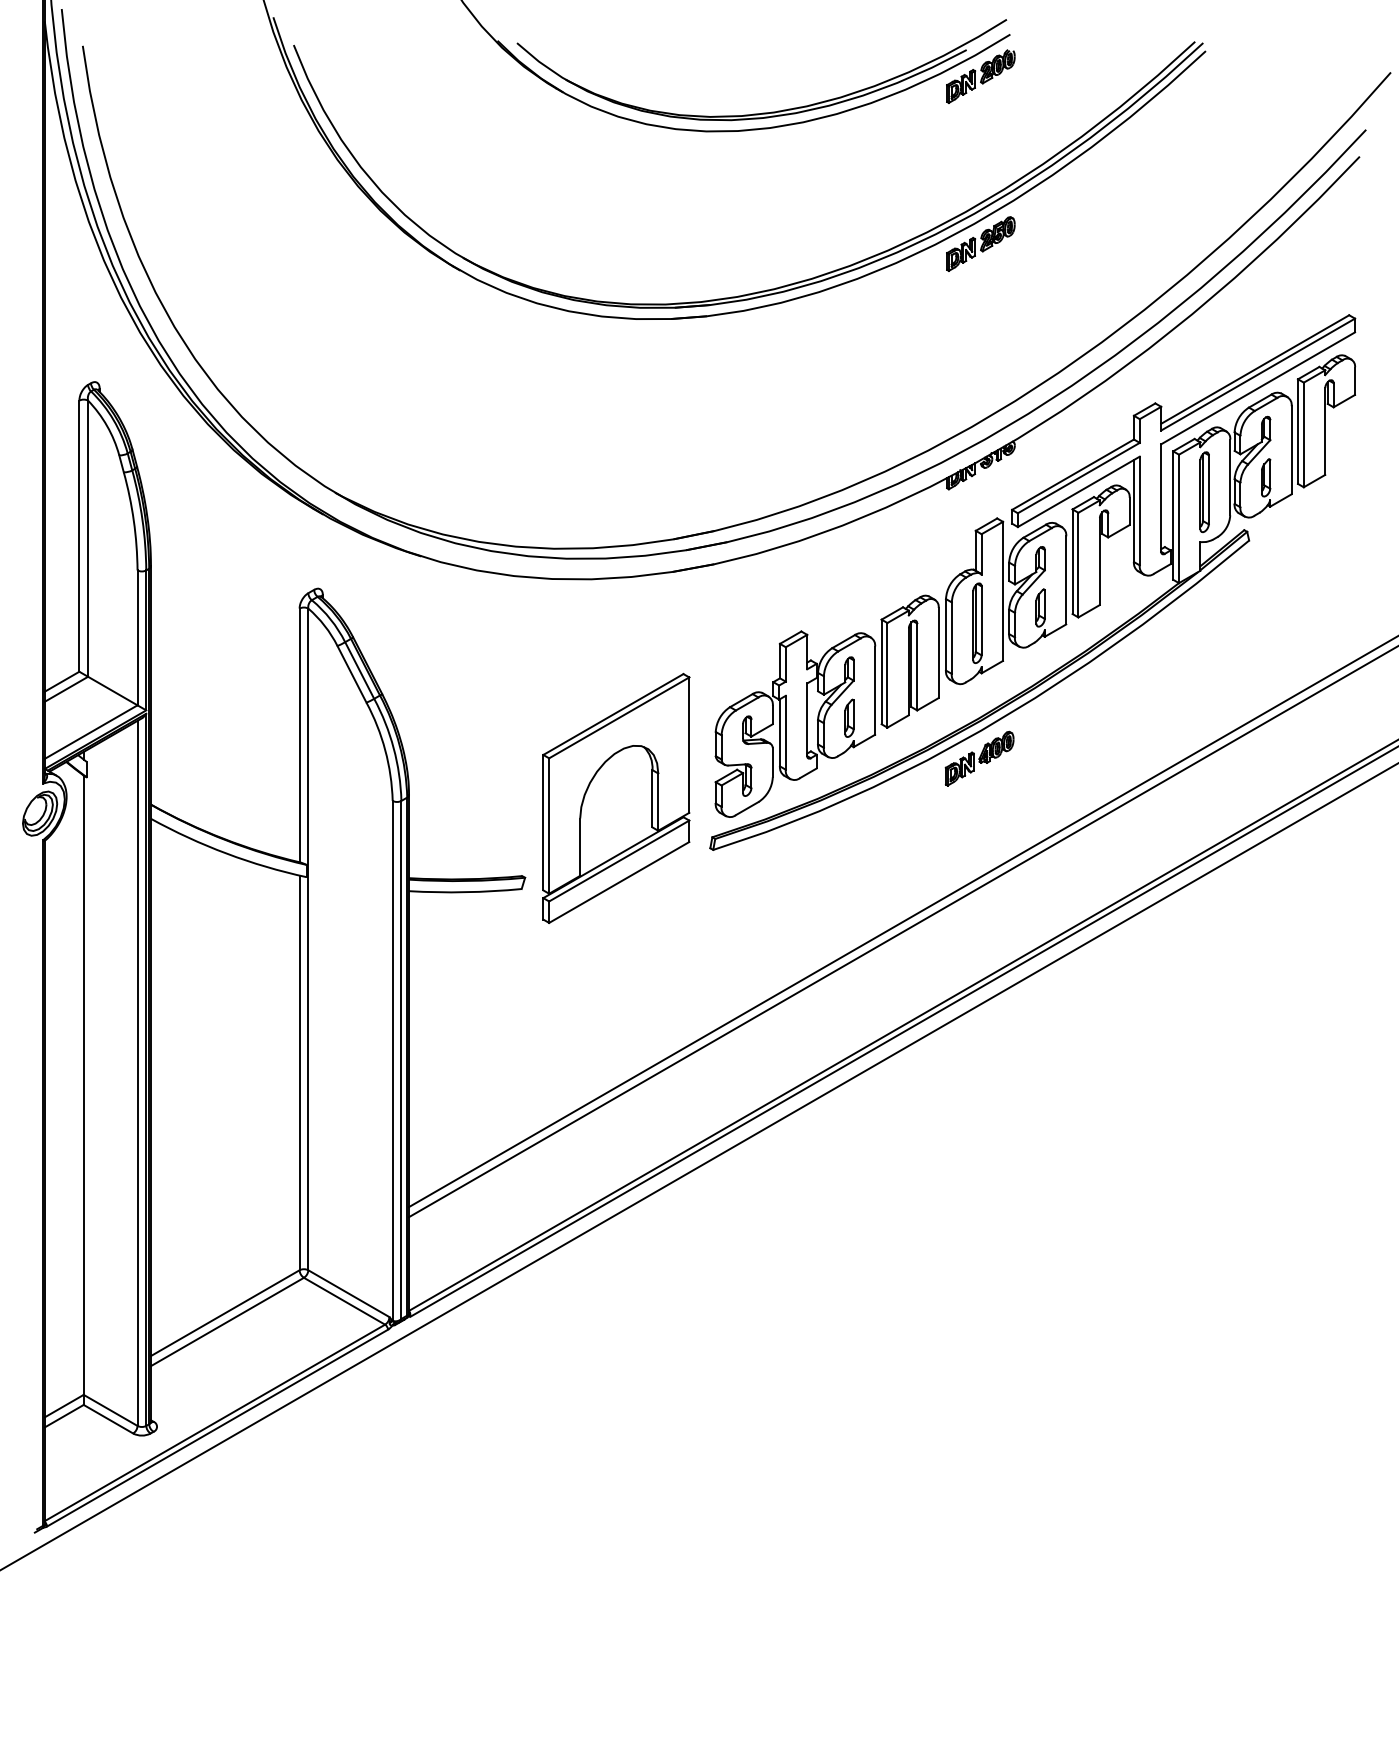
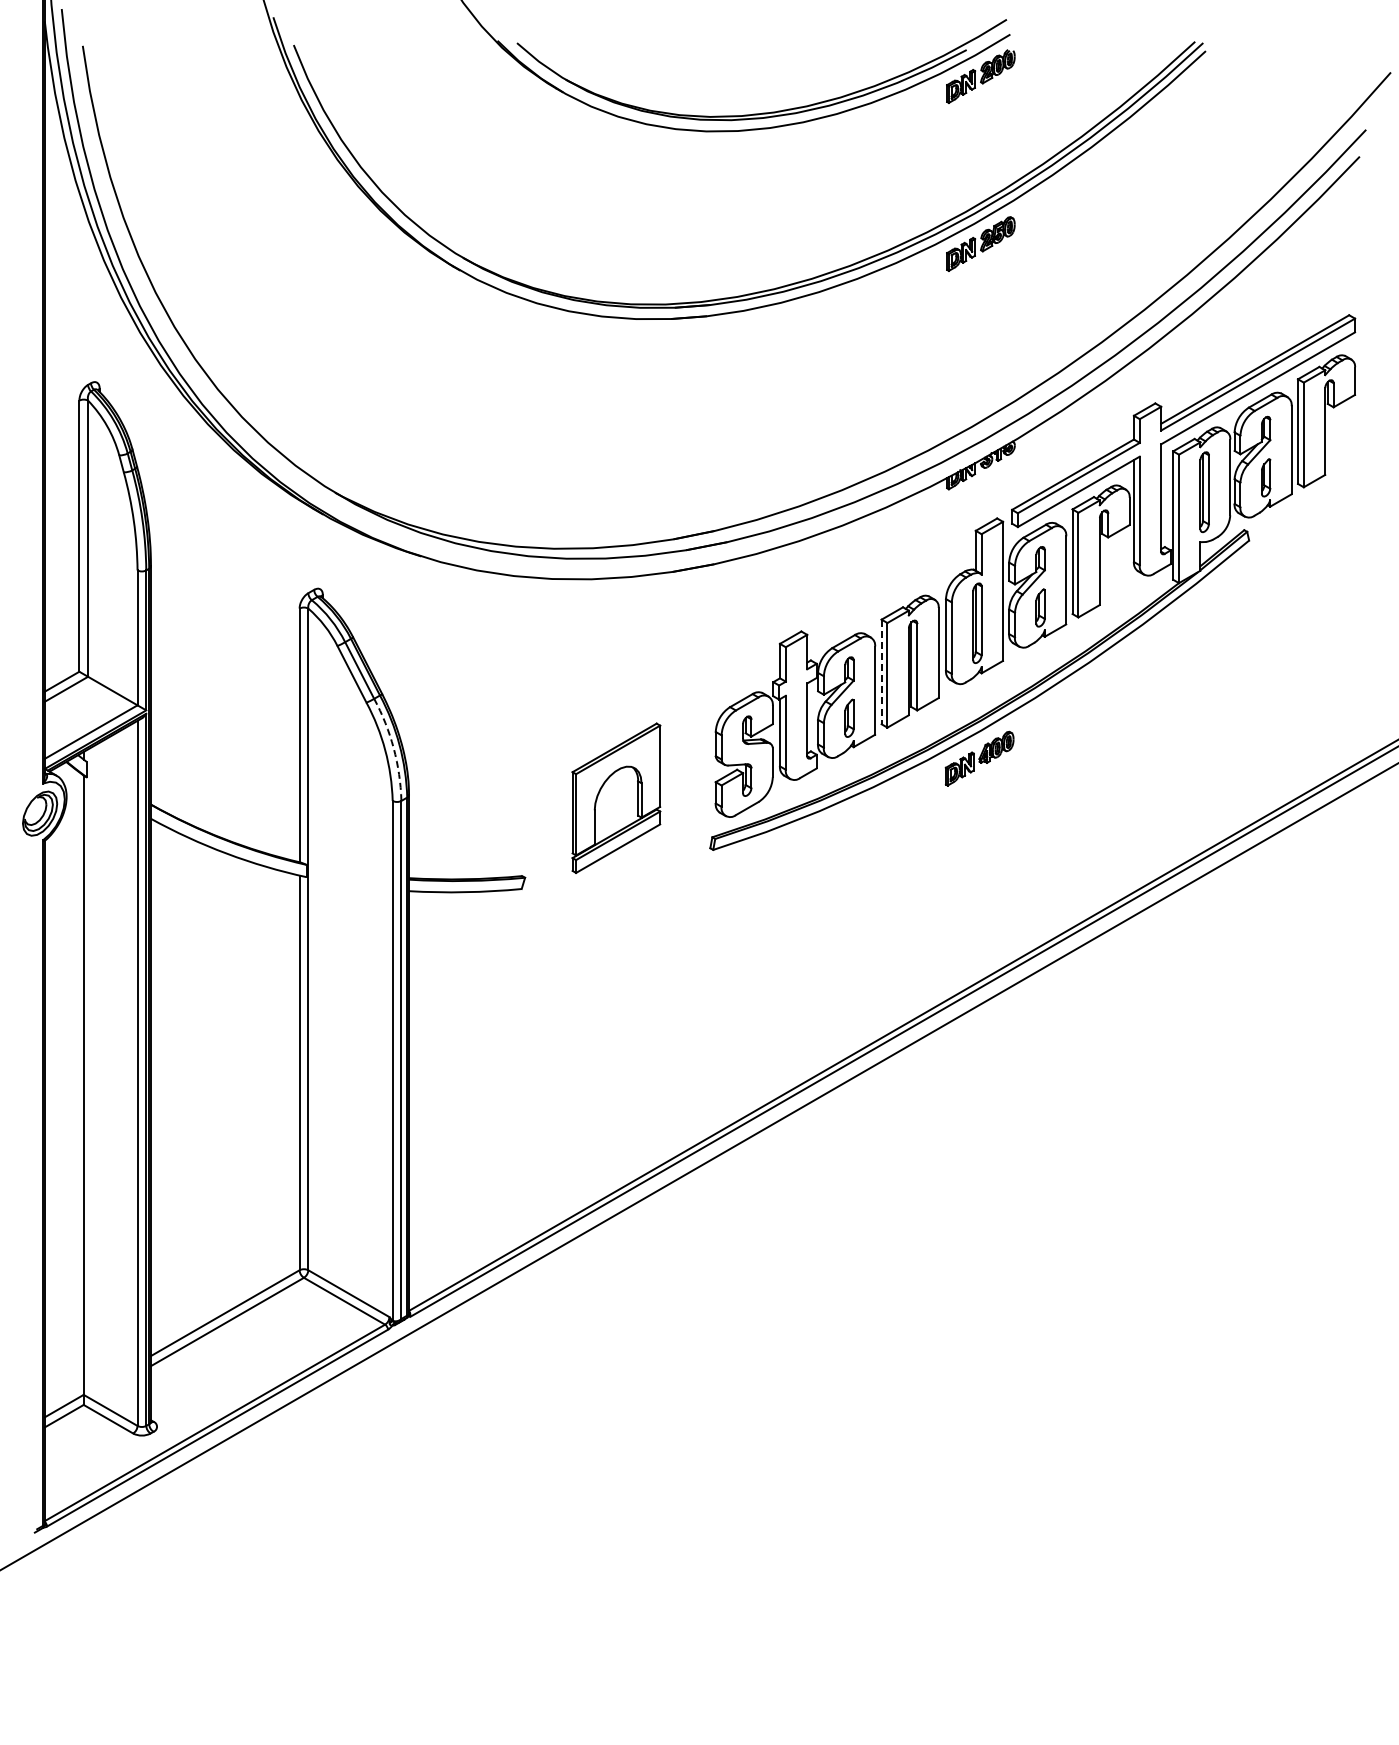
line at (881, 672): solid -> dashed
arc at (393, 748): solid -> dashed
part at (616, 797) size: 149x252 px -> 91x152 px
line at (902, 922): present -> none
line at (902, 932): present -> none
